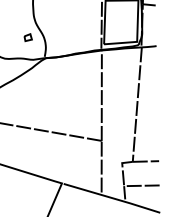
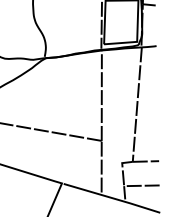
part at (27, 37): present -> none
